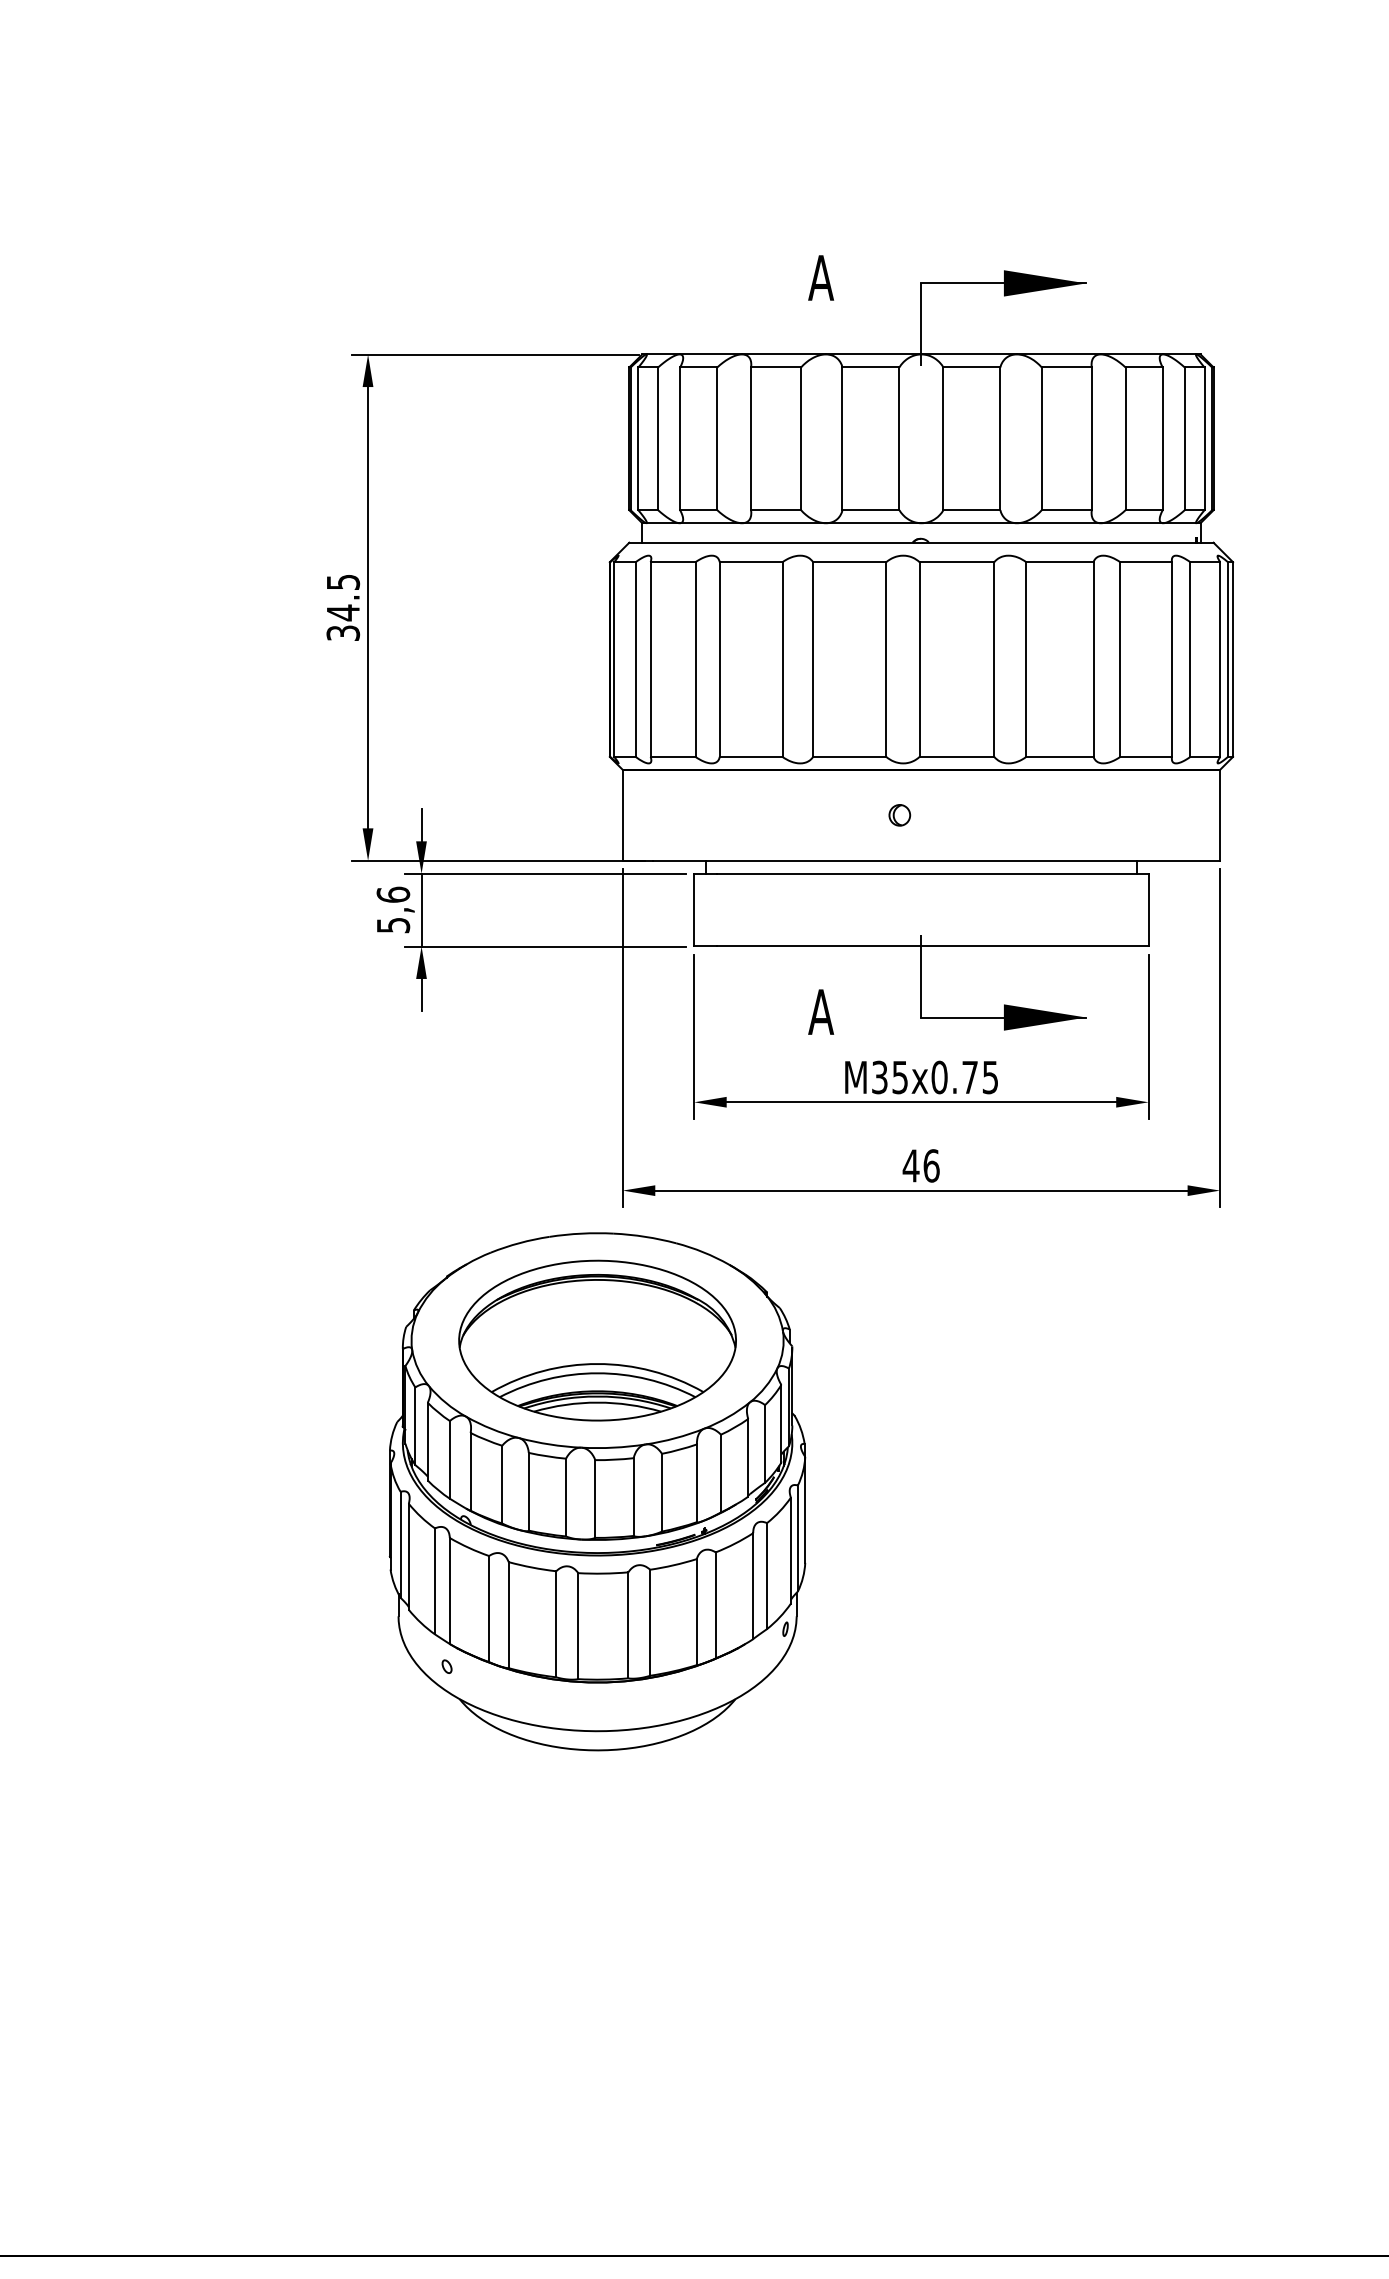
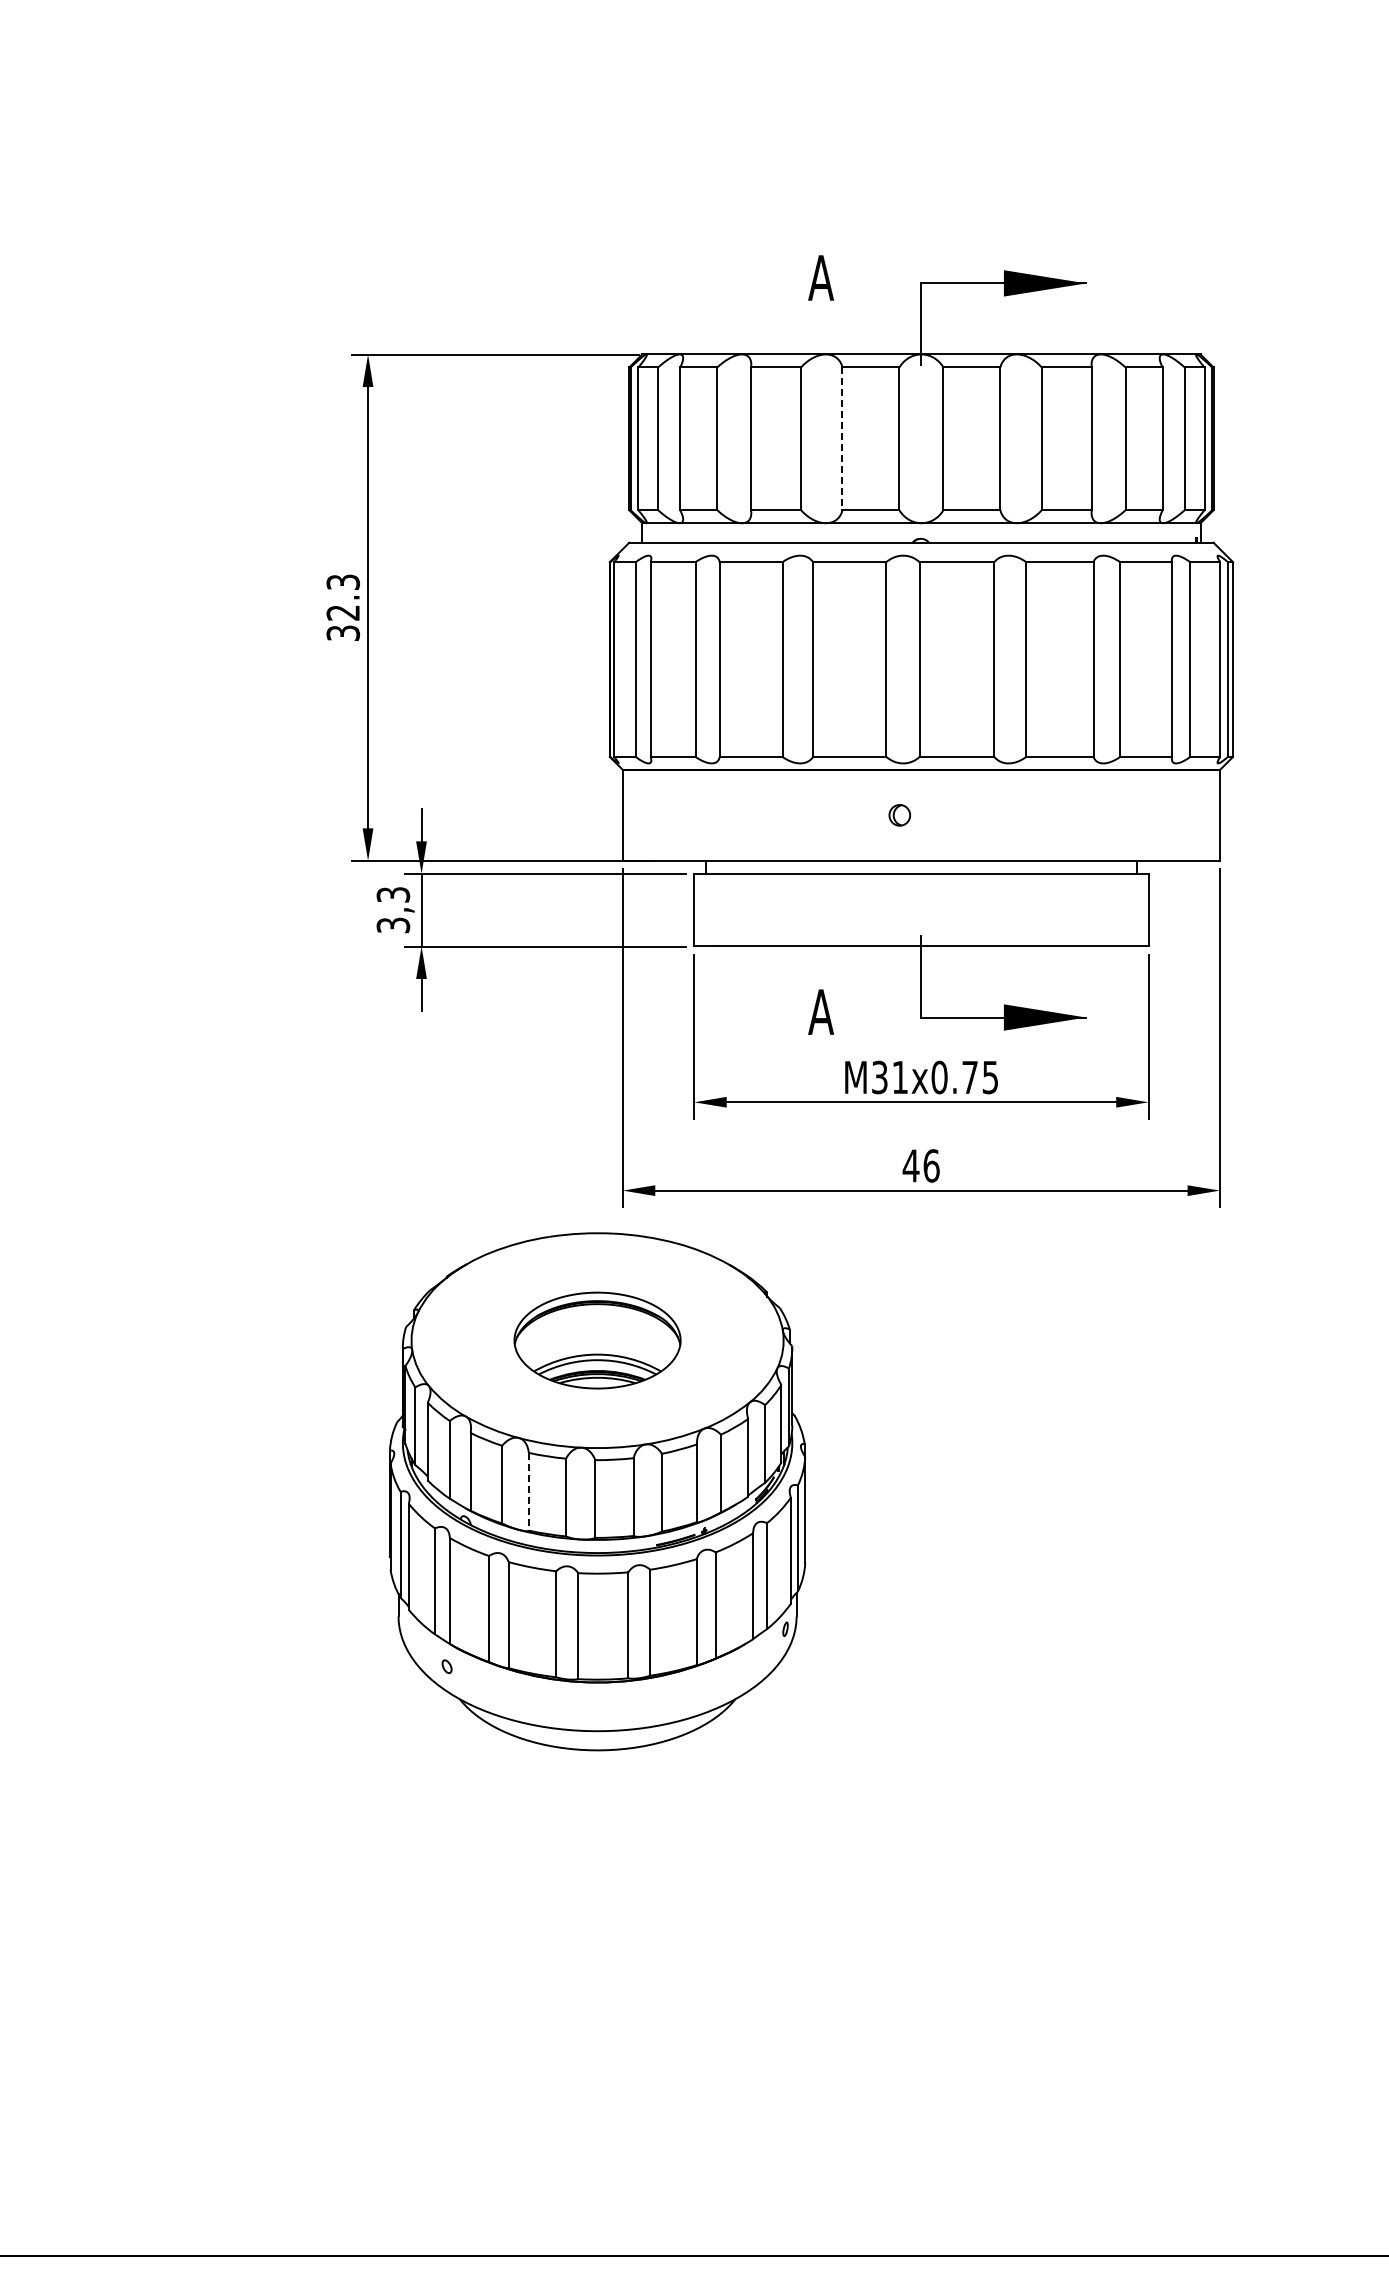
line at (842, 439): solid -> dashed
text at (342, 597): 34.5 -> 32.3
text at (393, 909): 5,6 -> 3,3
text at (899, 1077): M35x0.75 -> M31x0.75
part at (597, 1340) size: 279x163 px -> 169x99 px
line at (528, 1491): solid -> dashed
